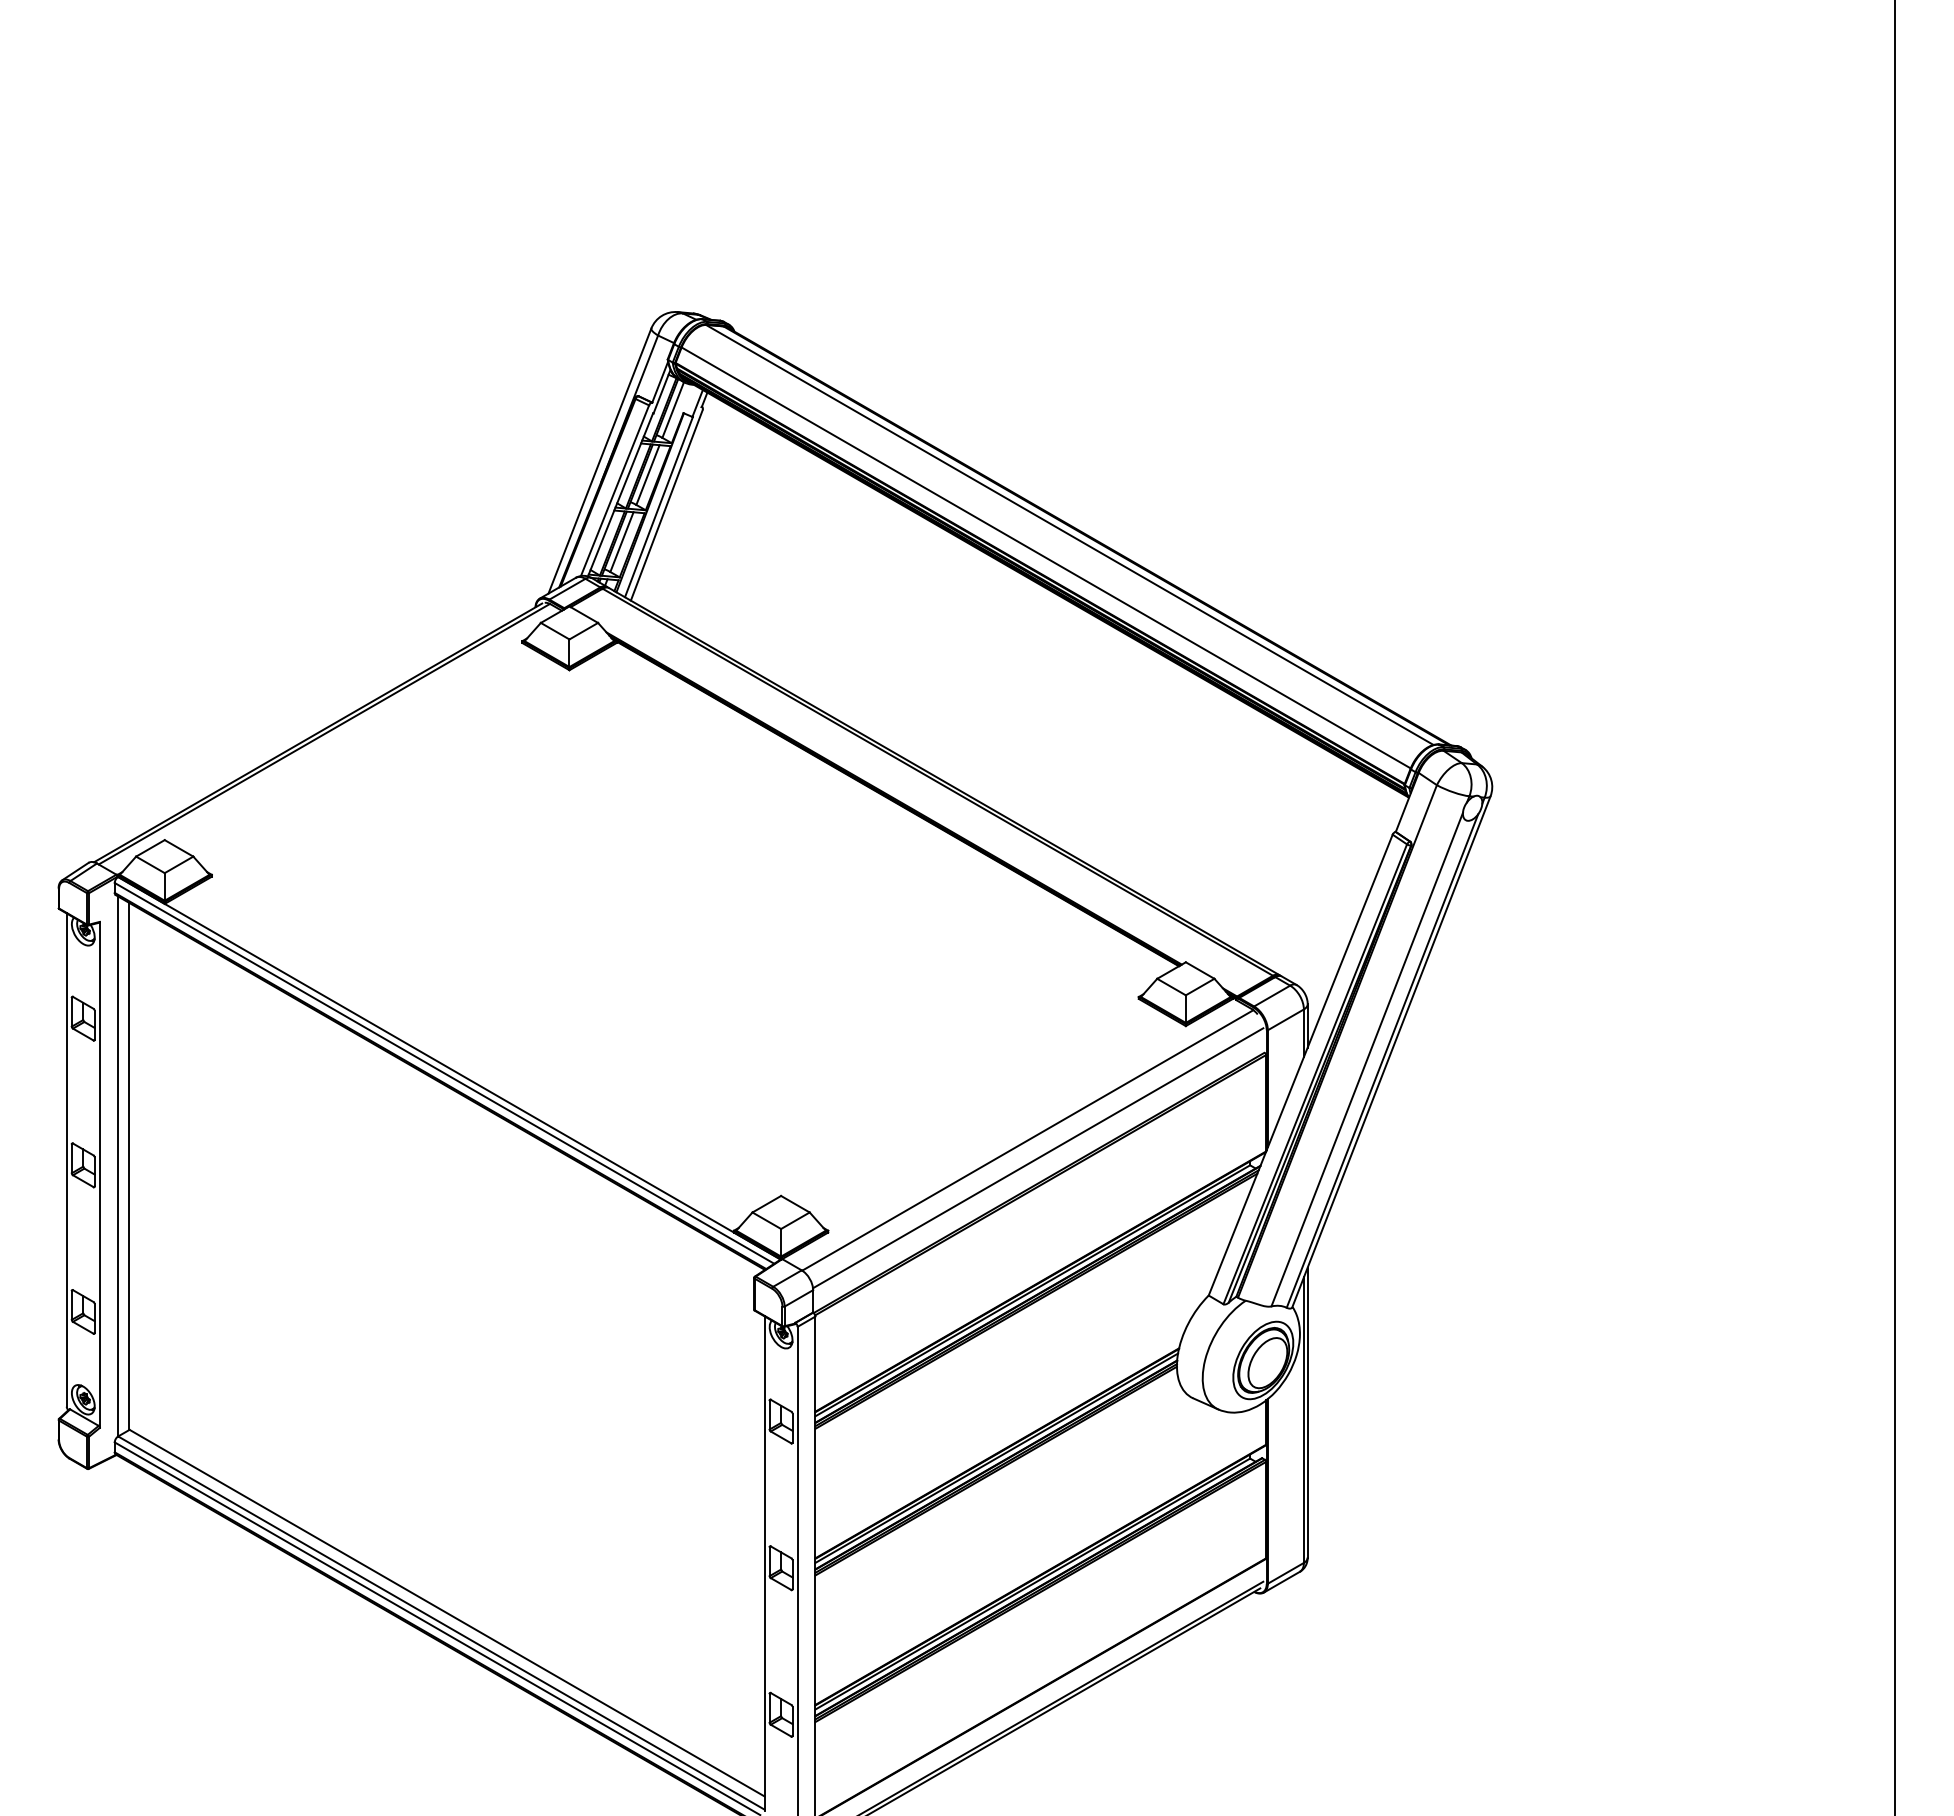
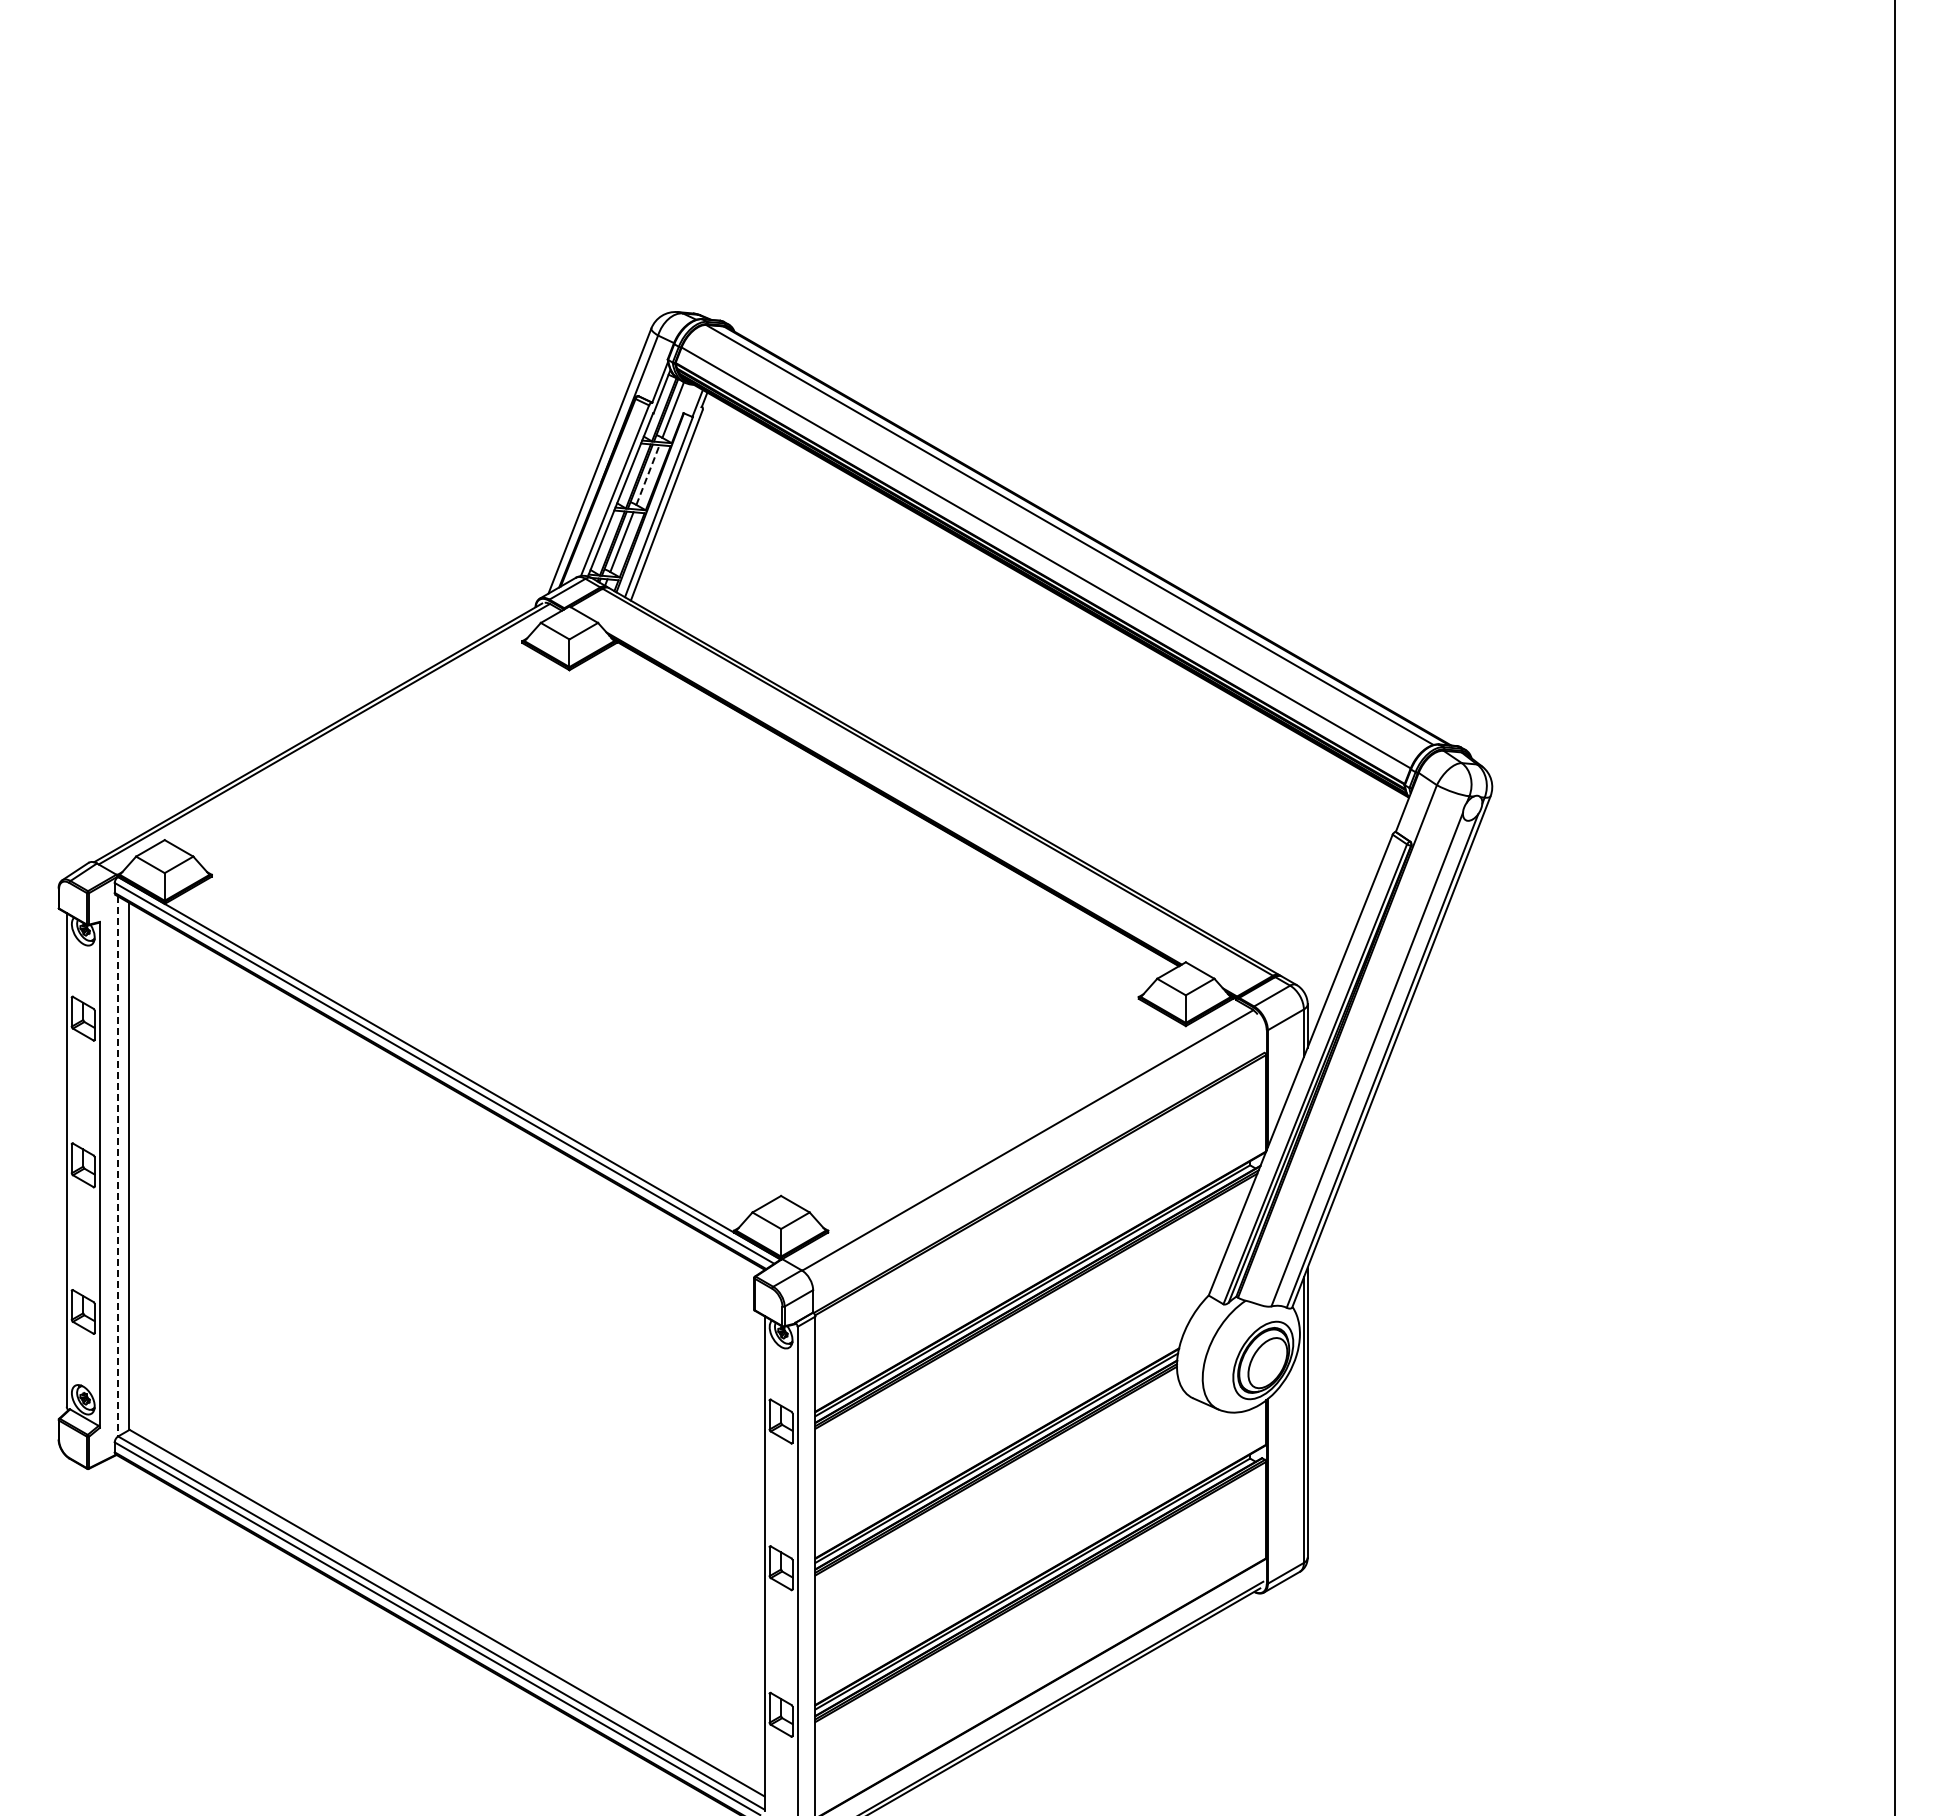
line at (648, 474): solid -> dashed
line at (1038, 1158): present -> none
line at (117, 1167): solid -> dashed
